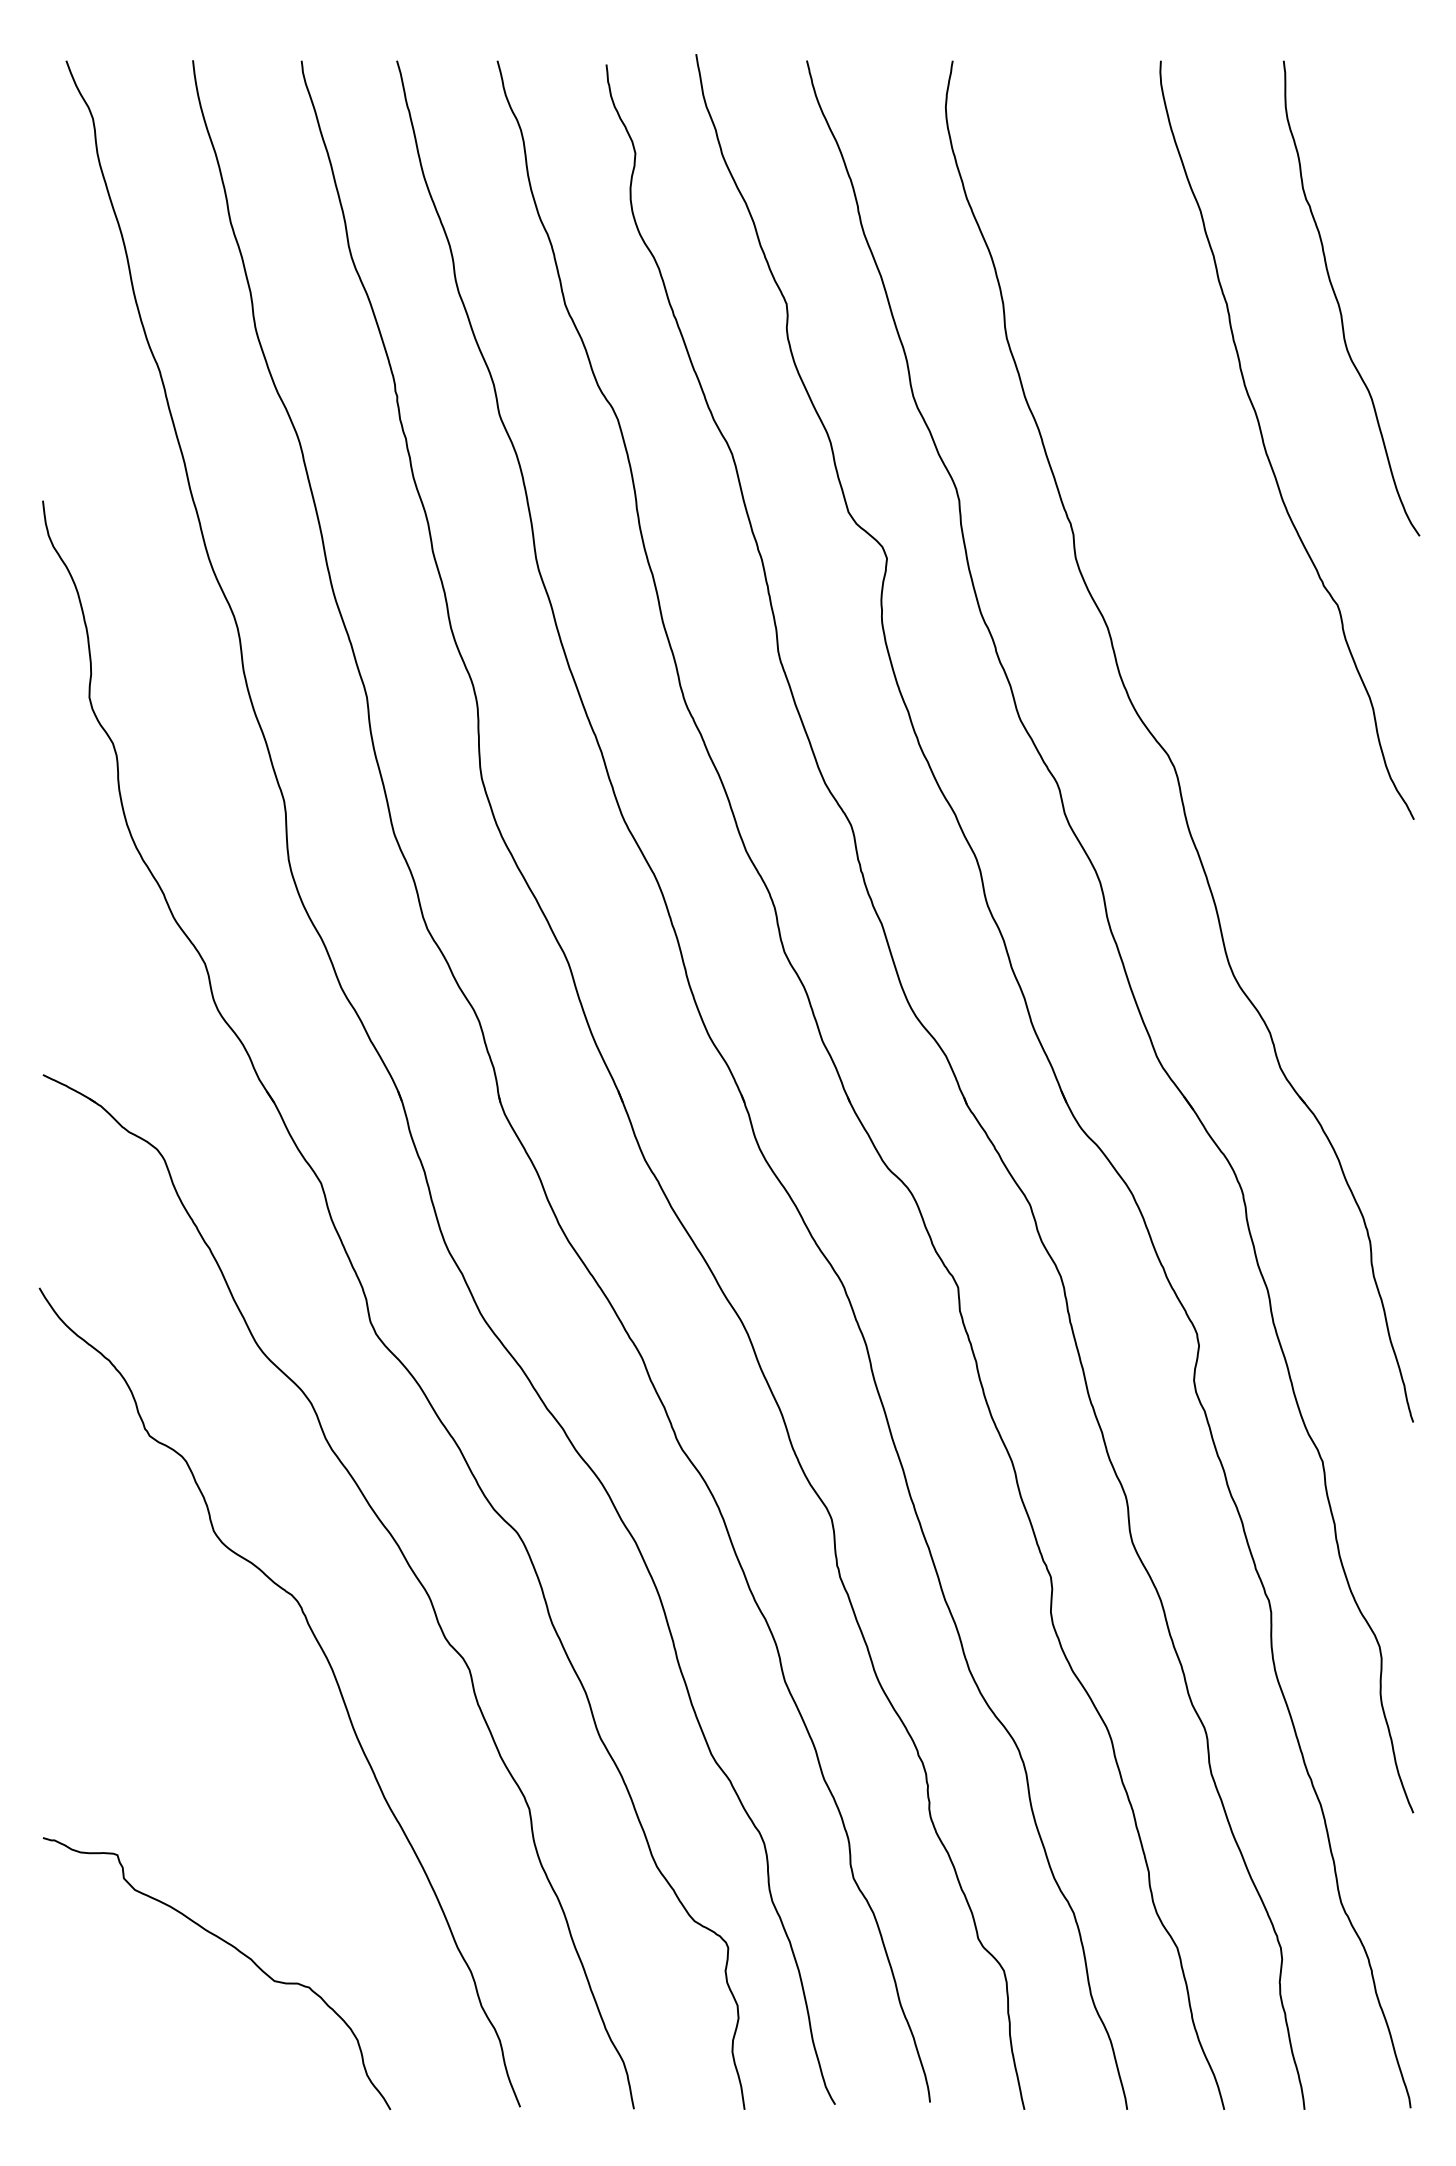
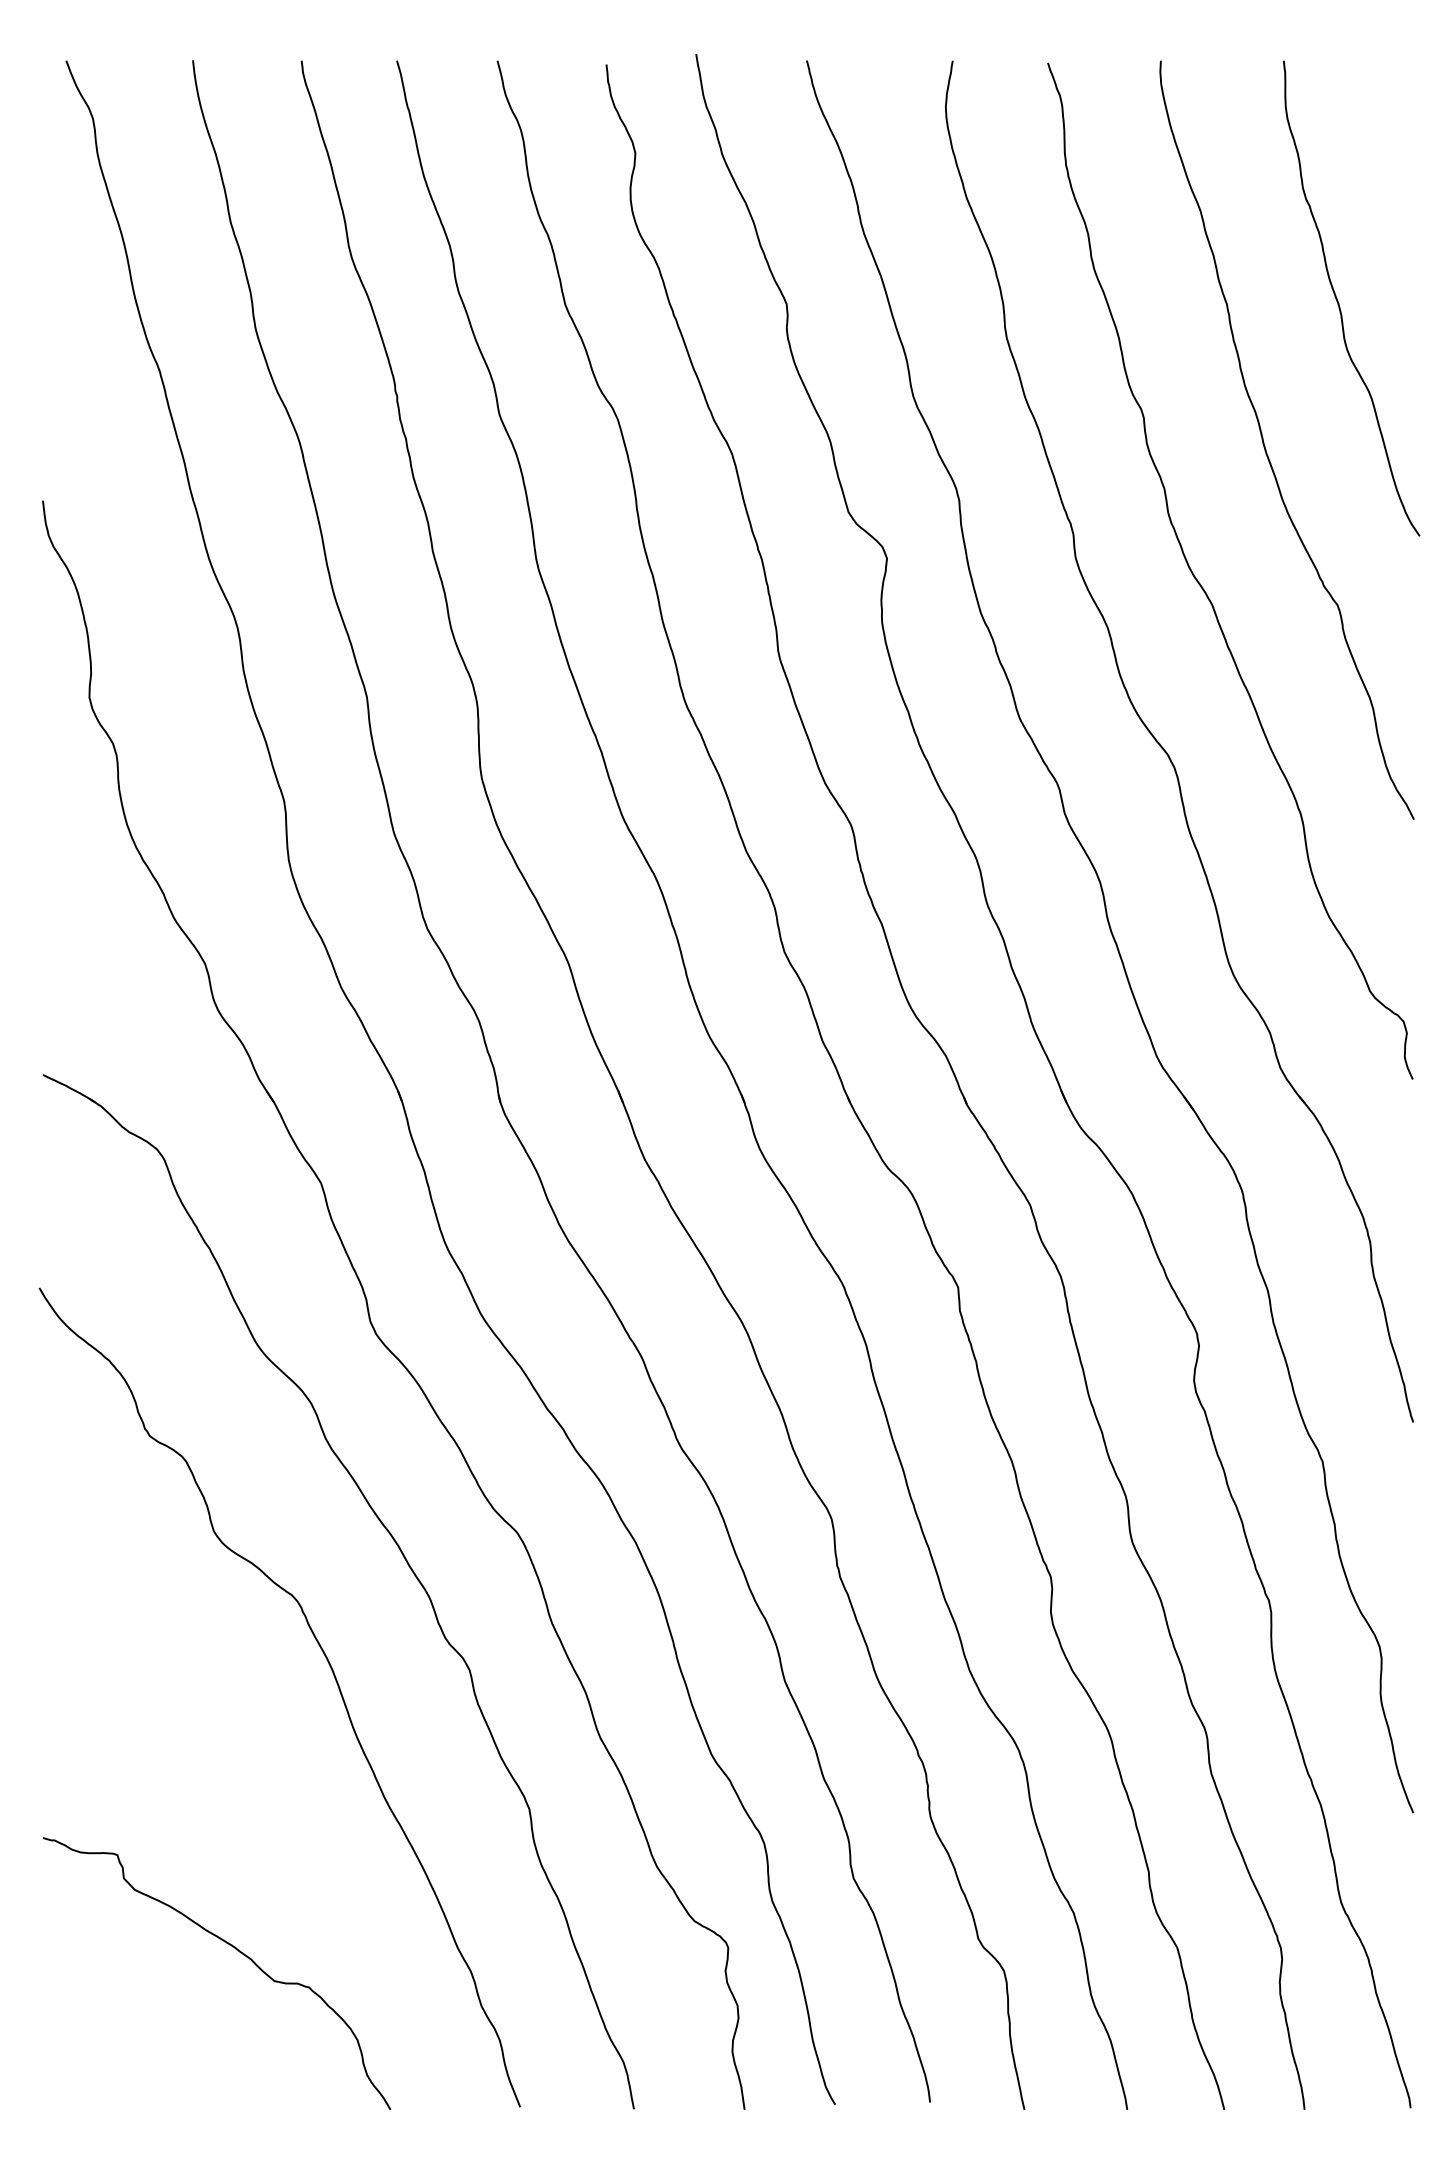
curve at (1203, 587): none -> present
